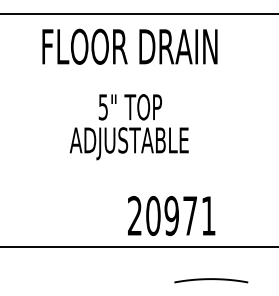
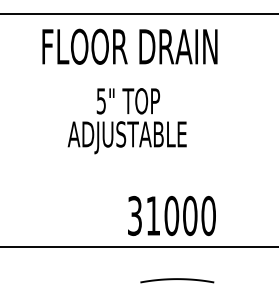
text at (128, 127) position: (128, 127) -> (126, 121)
text at (171, 215): 20971 -> 31000
curve at (211, 279) position: (211, 279) -> (177, 279)
